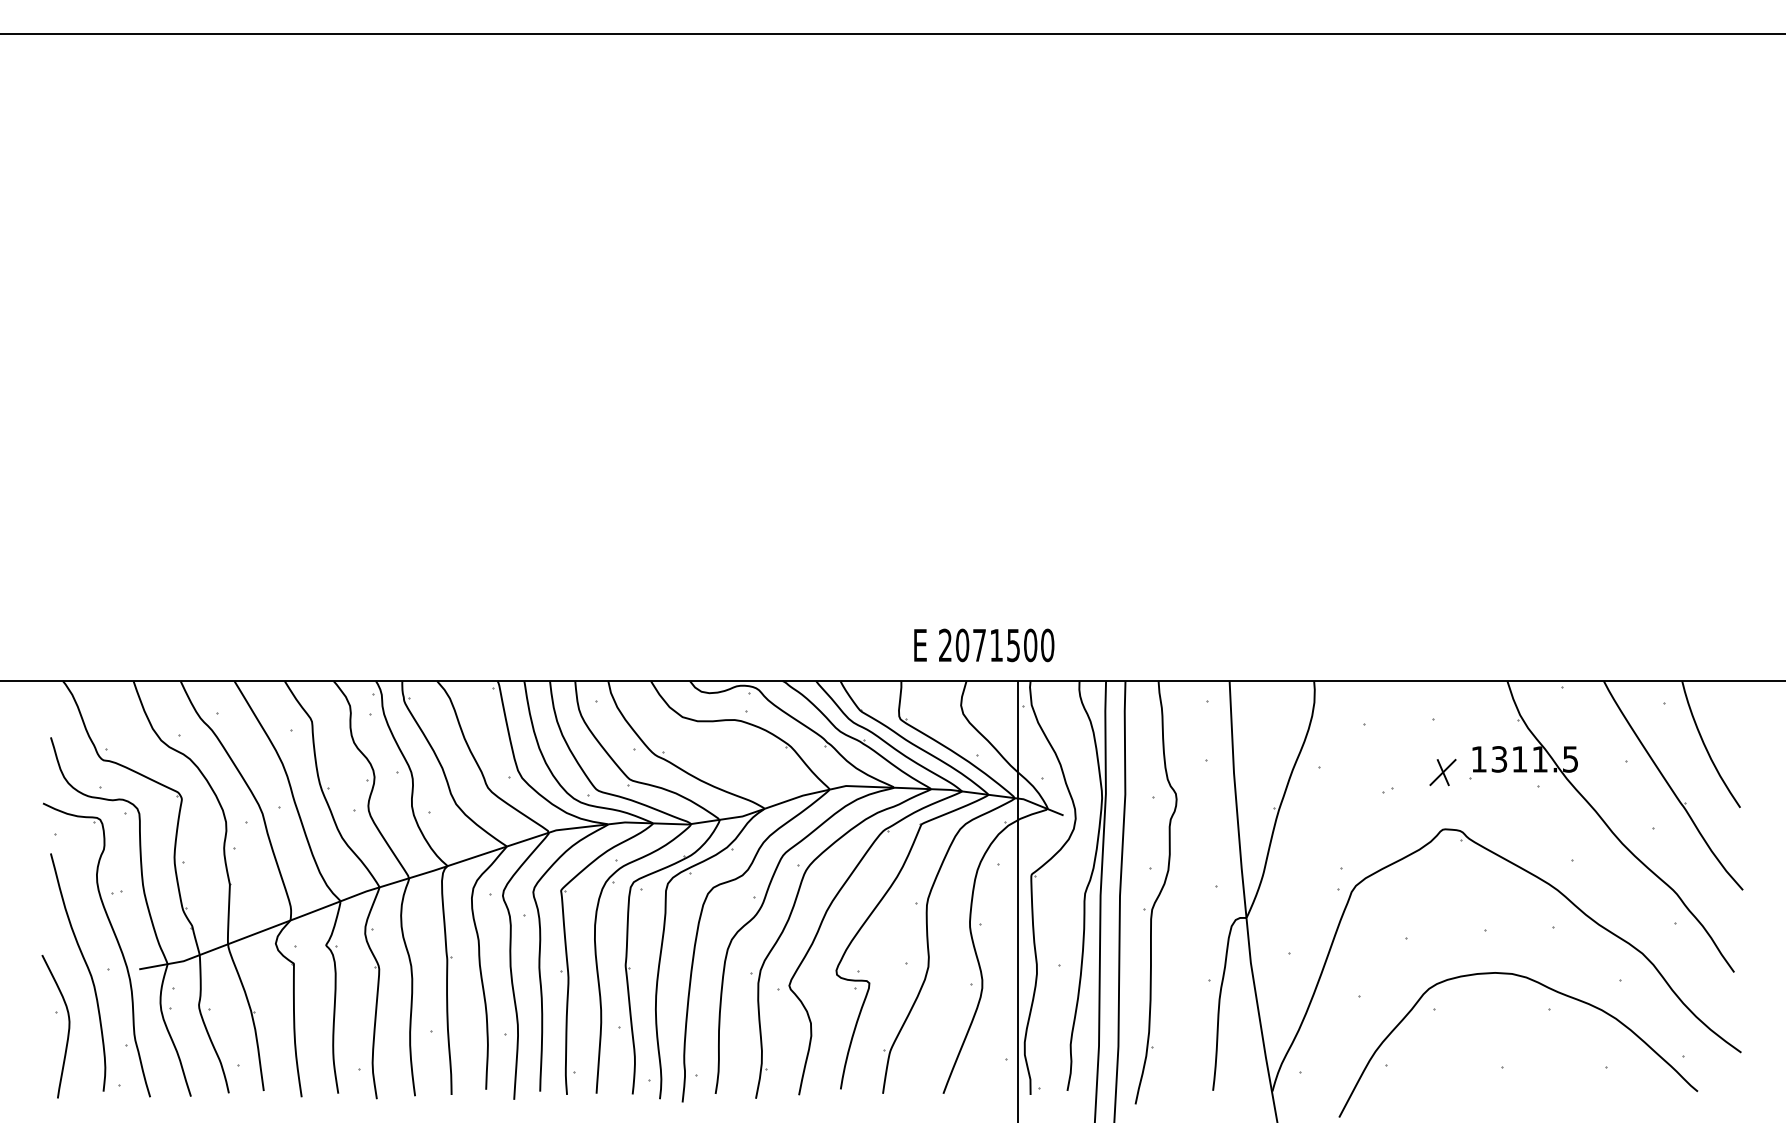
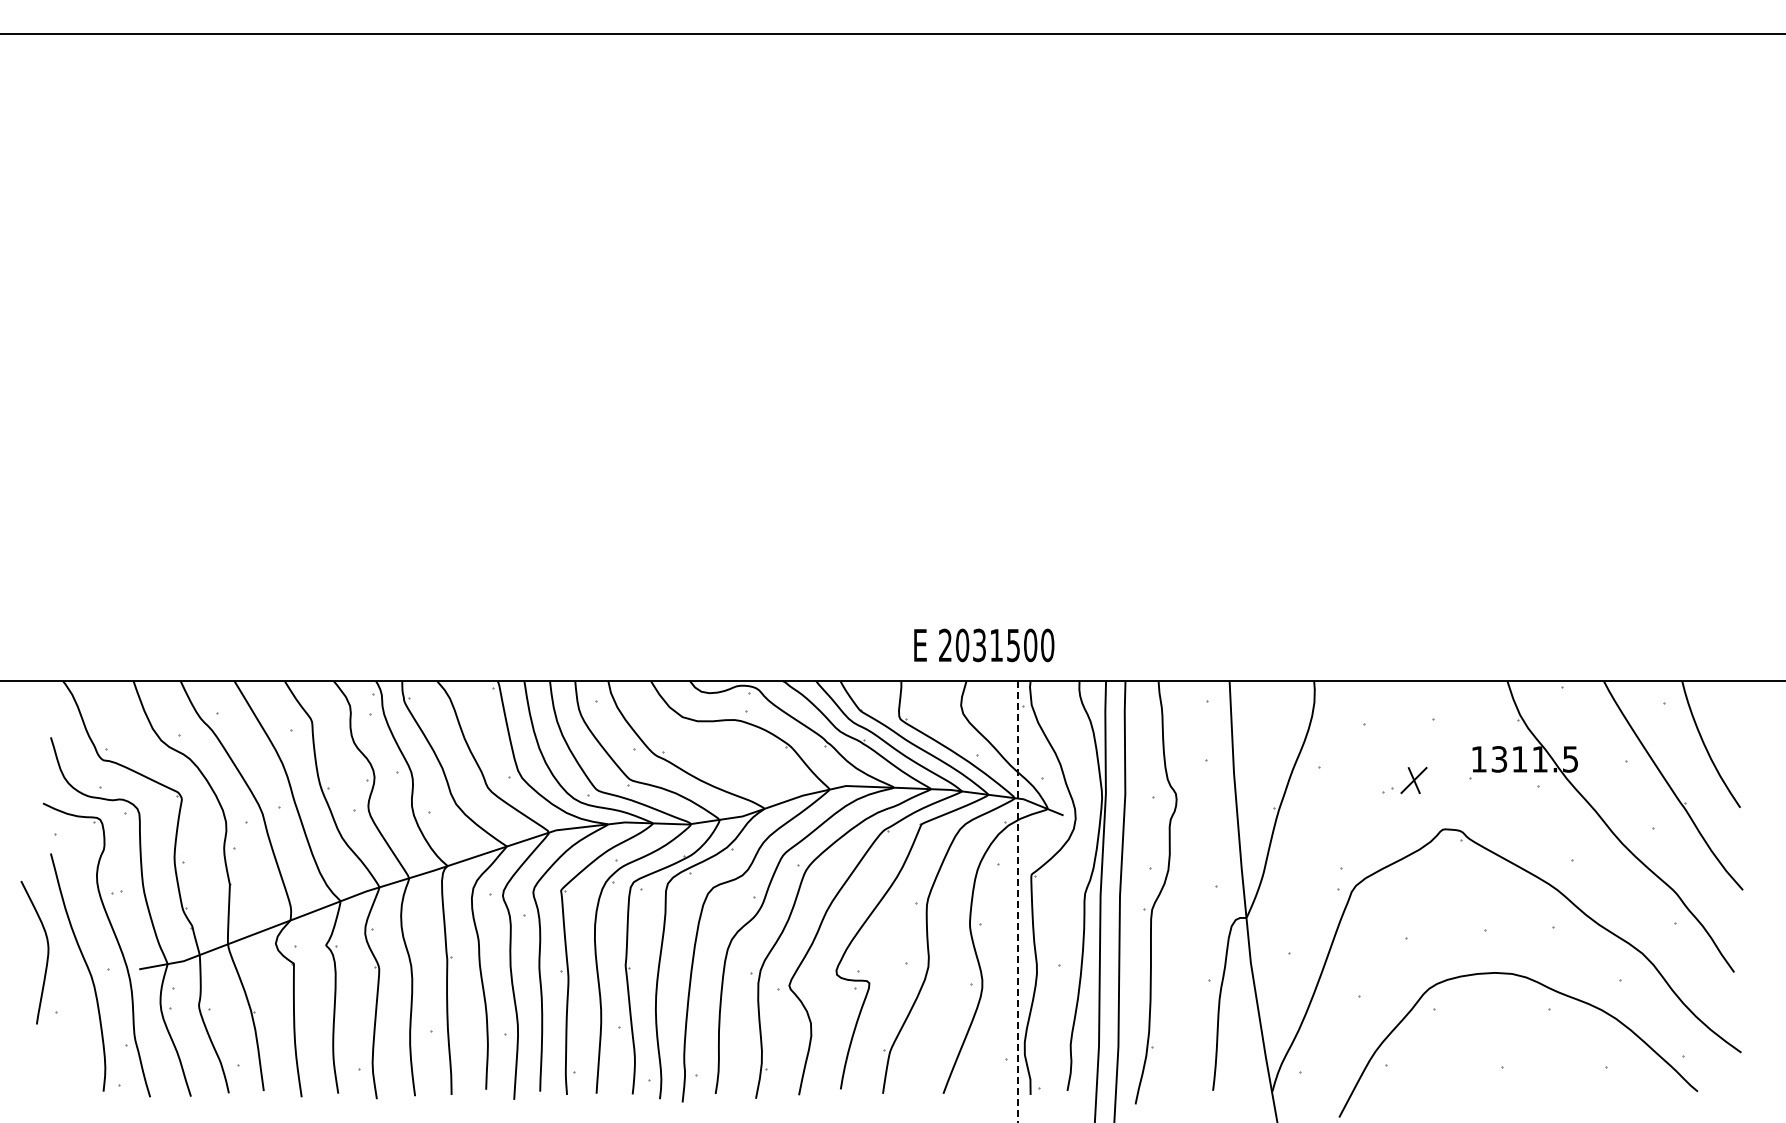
text at (979, 645): 2071500 -> 2031500
part at (1442, 772) position: (1442, 772) -> (1413, 780)
line at (1017, 900): solid -> dashed
curve at (68, 1026) position: (68, 1026) -> (47, 952)
